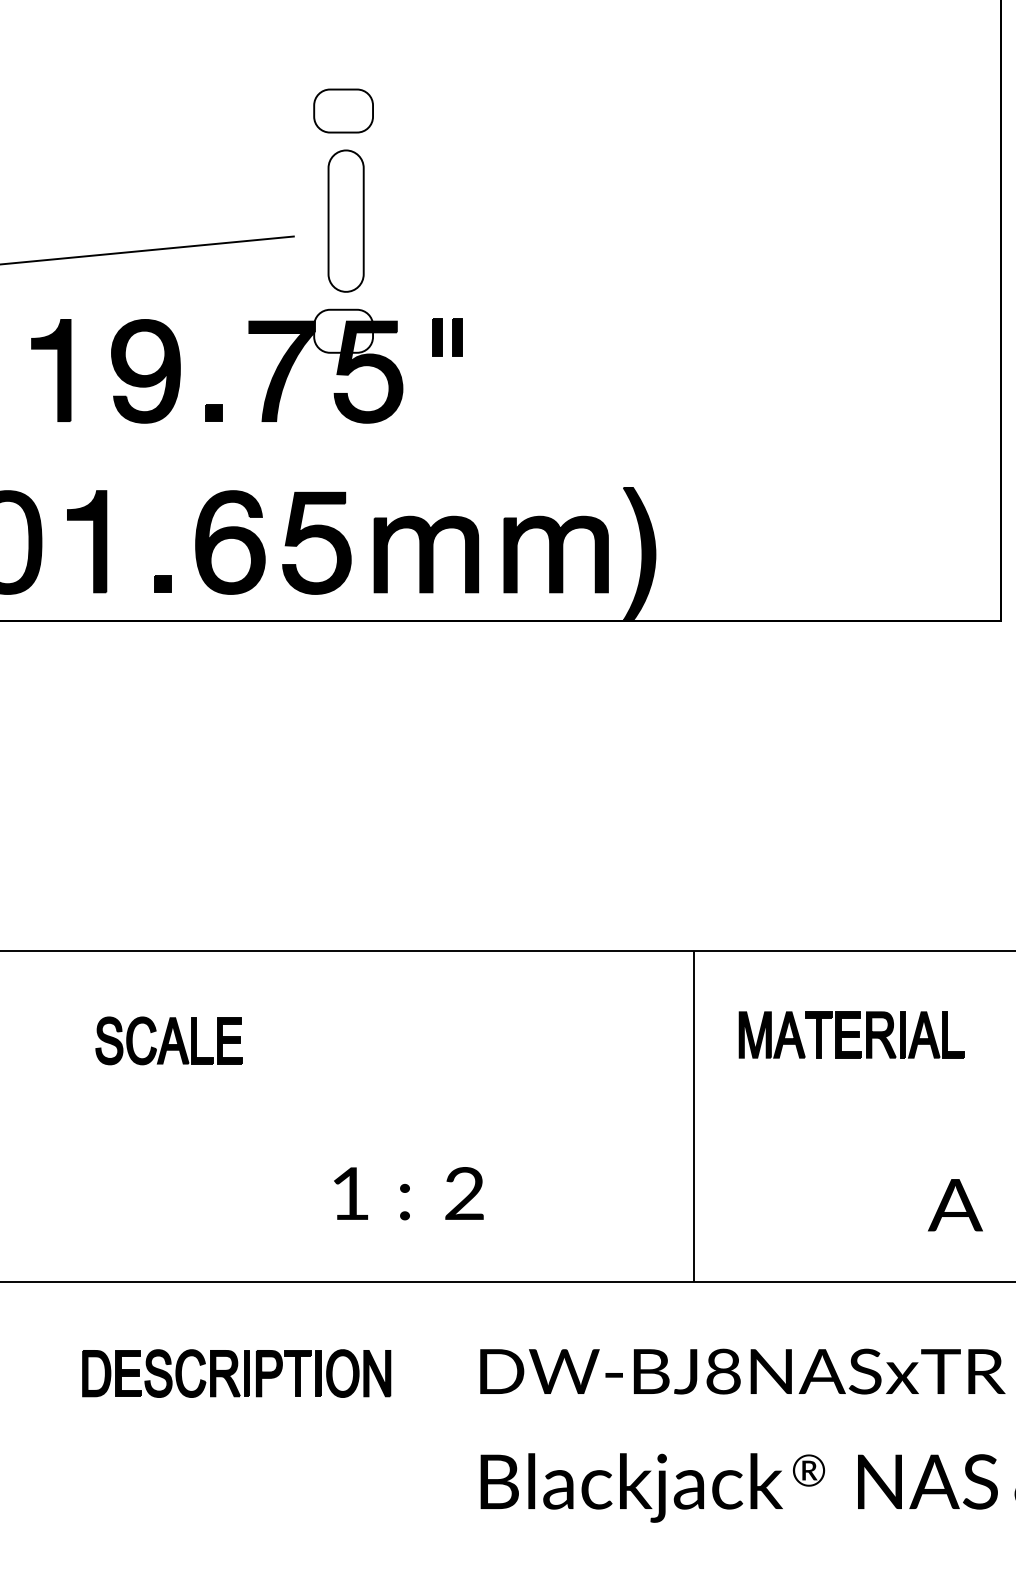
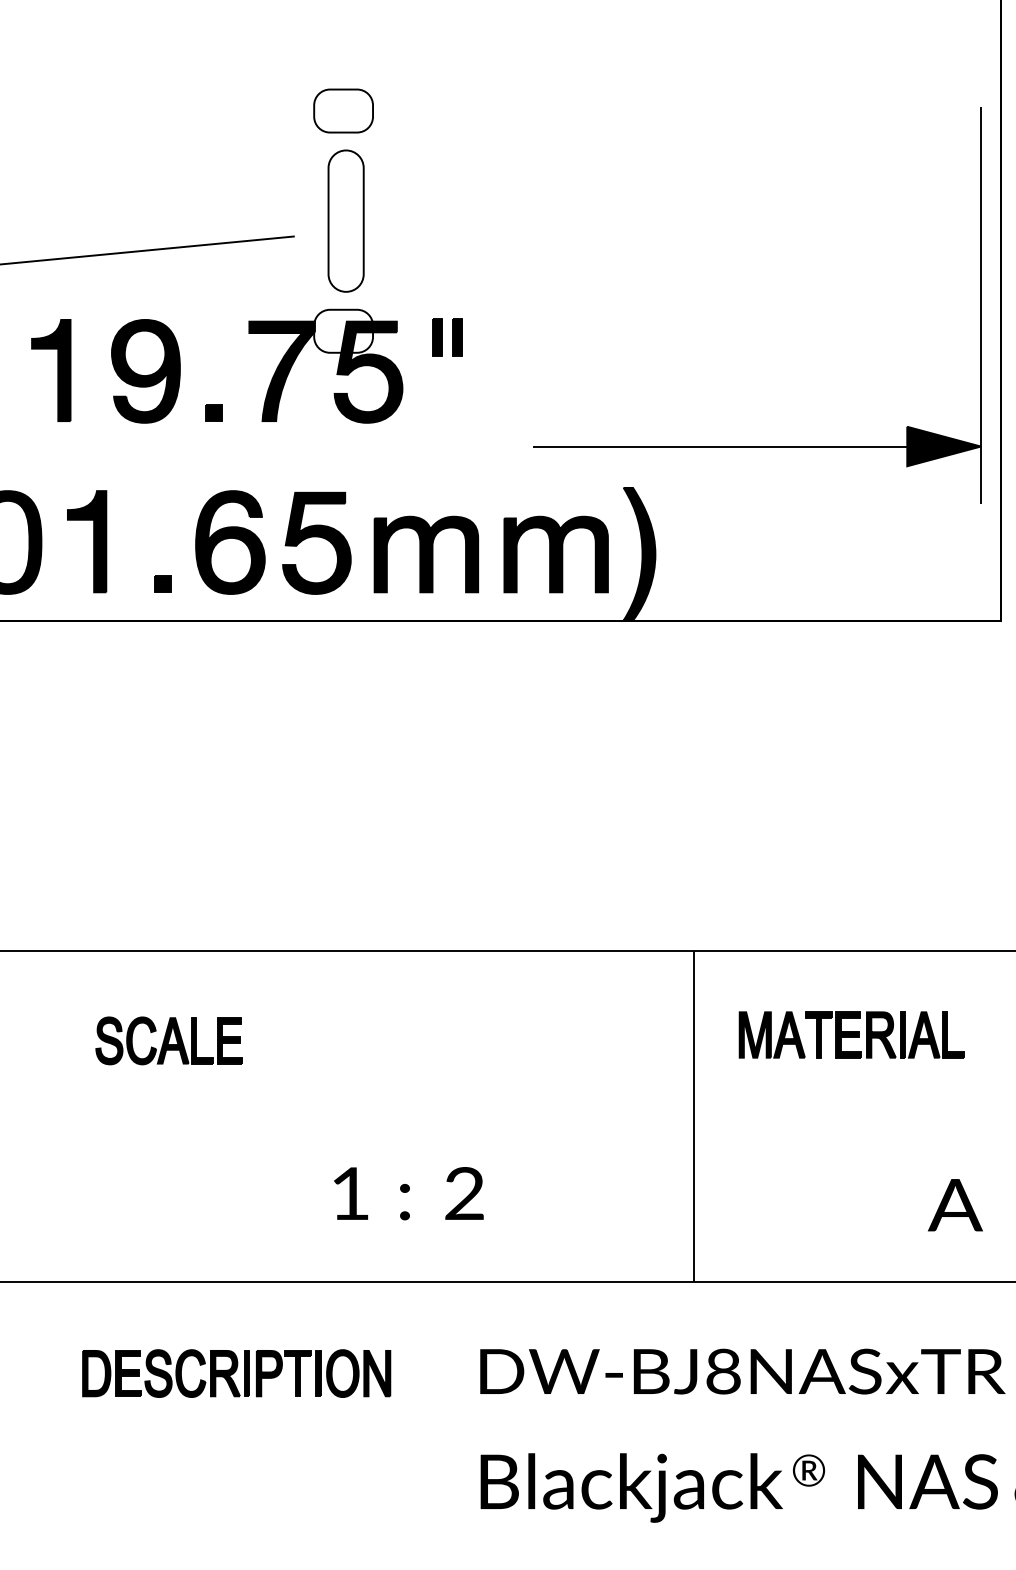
part at (757, 446): none -> present
